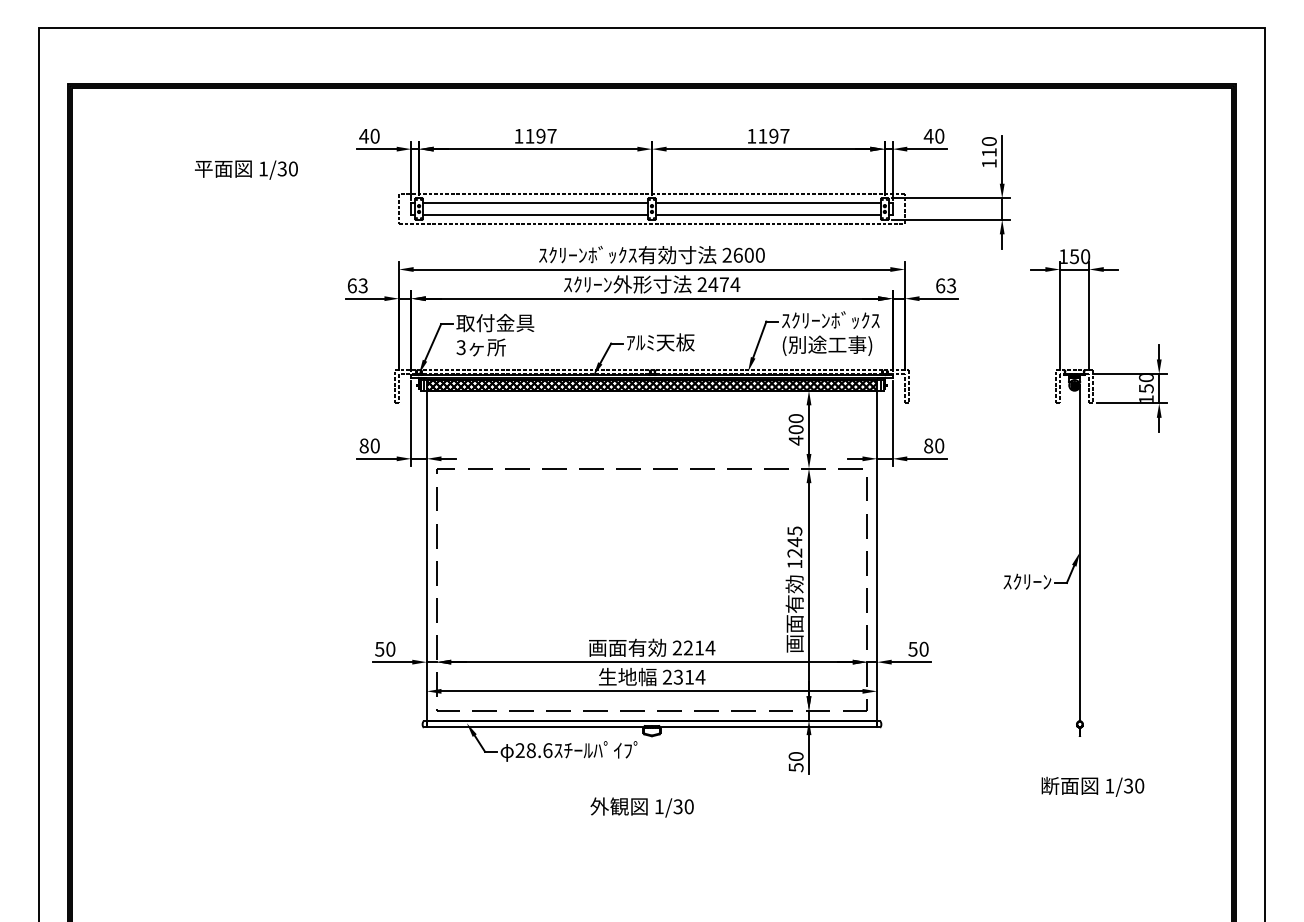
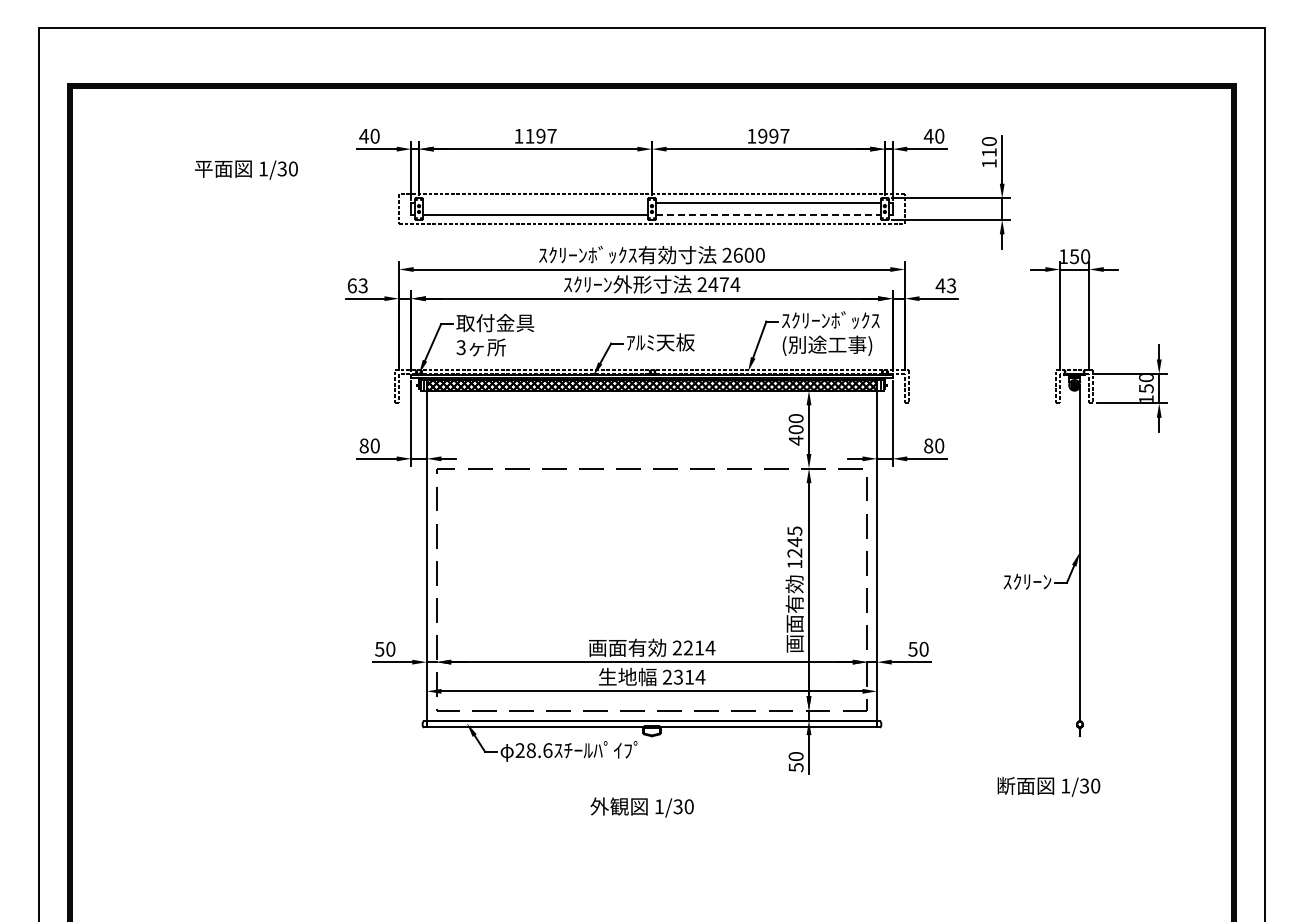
text at (762, 135): 1197 -> 1997
line at (535, 203): present -> none
line at (768, 214): solid -> dashed
text at (940, 285): 63 -> 43
text at (1092, 786) position: (1092, 786) -> (1048, 786)
